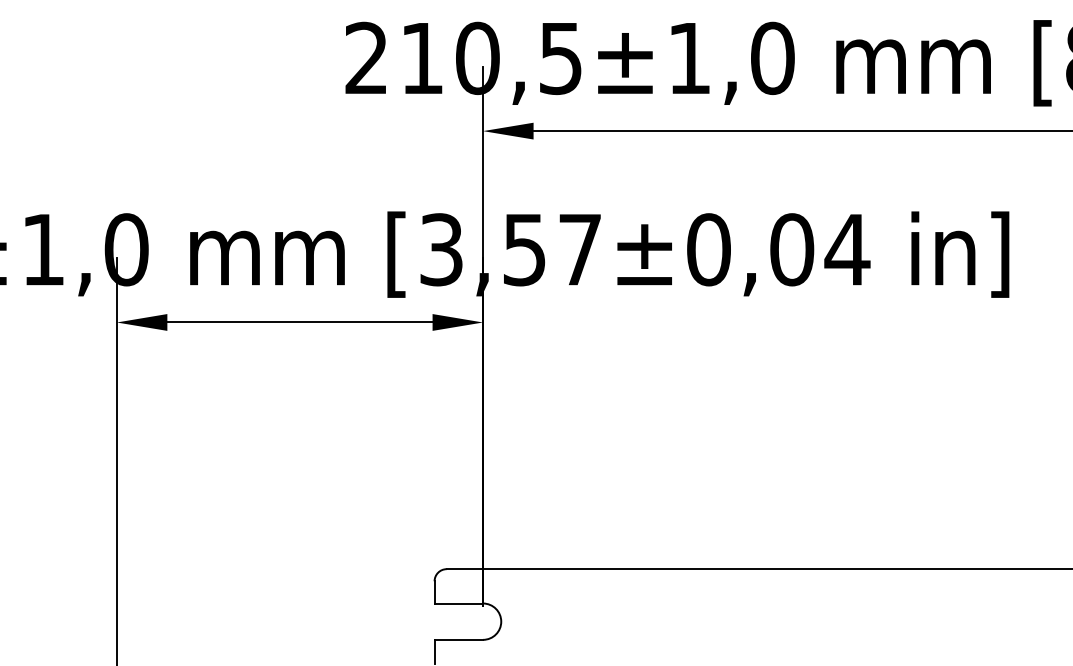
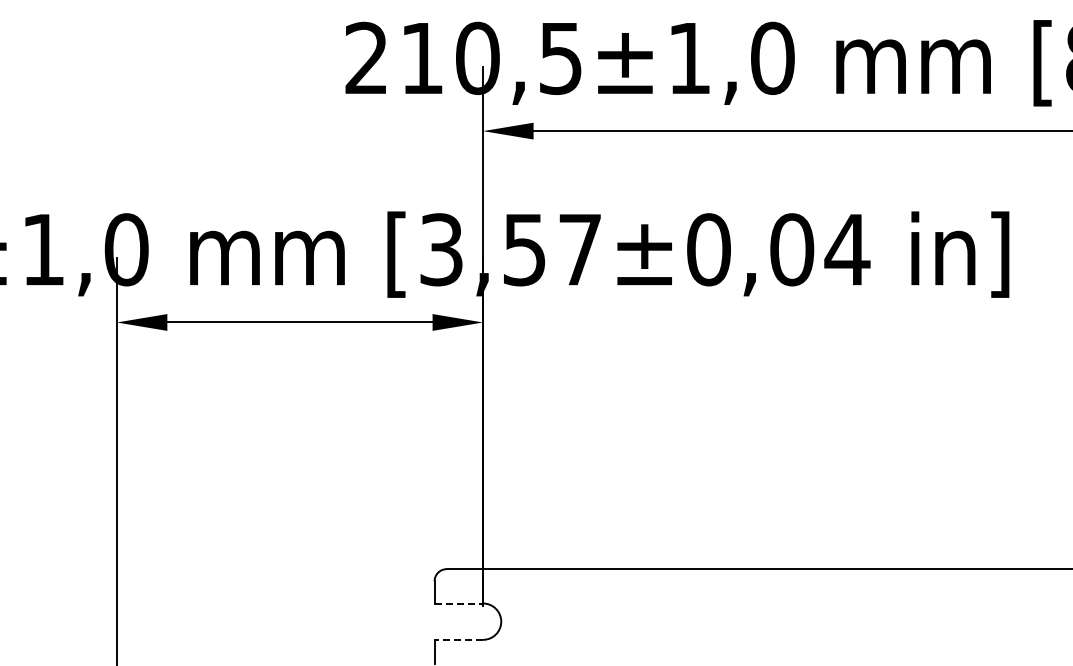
line at (459, 603): solid -> dashed
line at (458, 639): solid -> dashed
